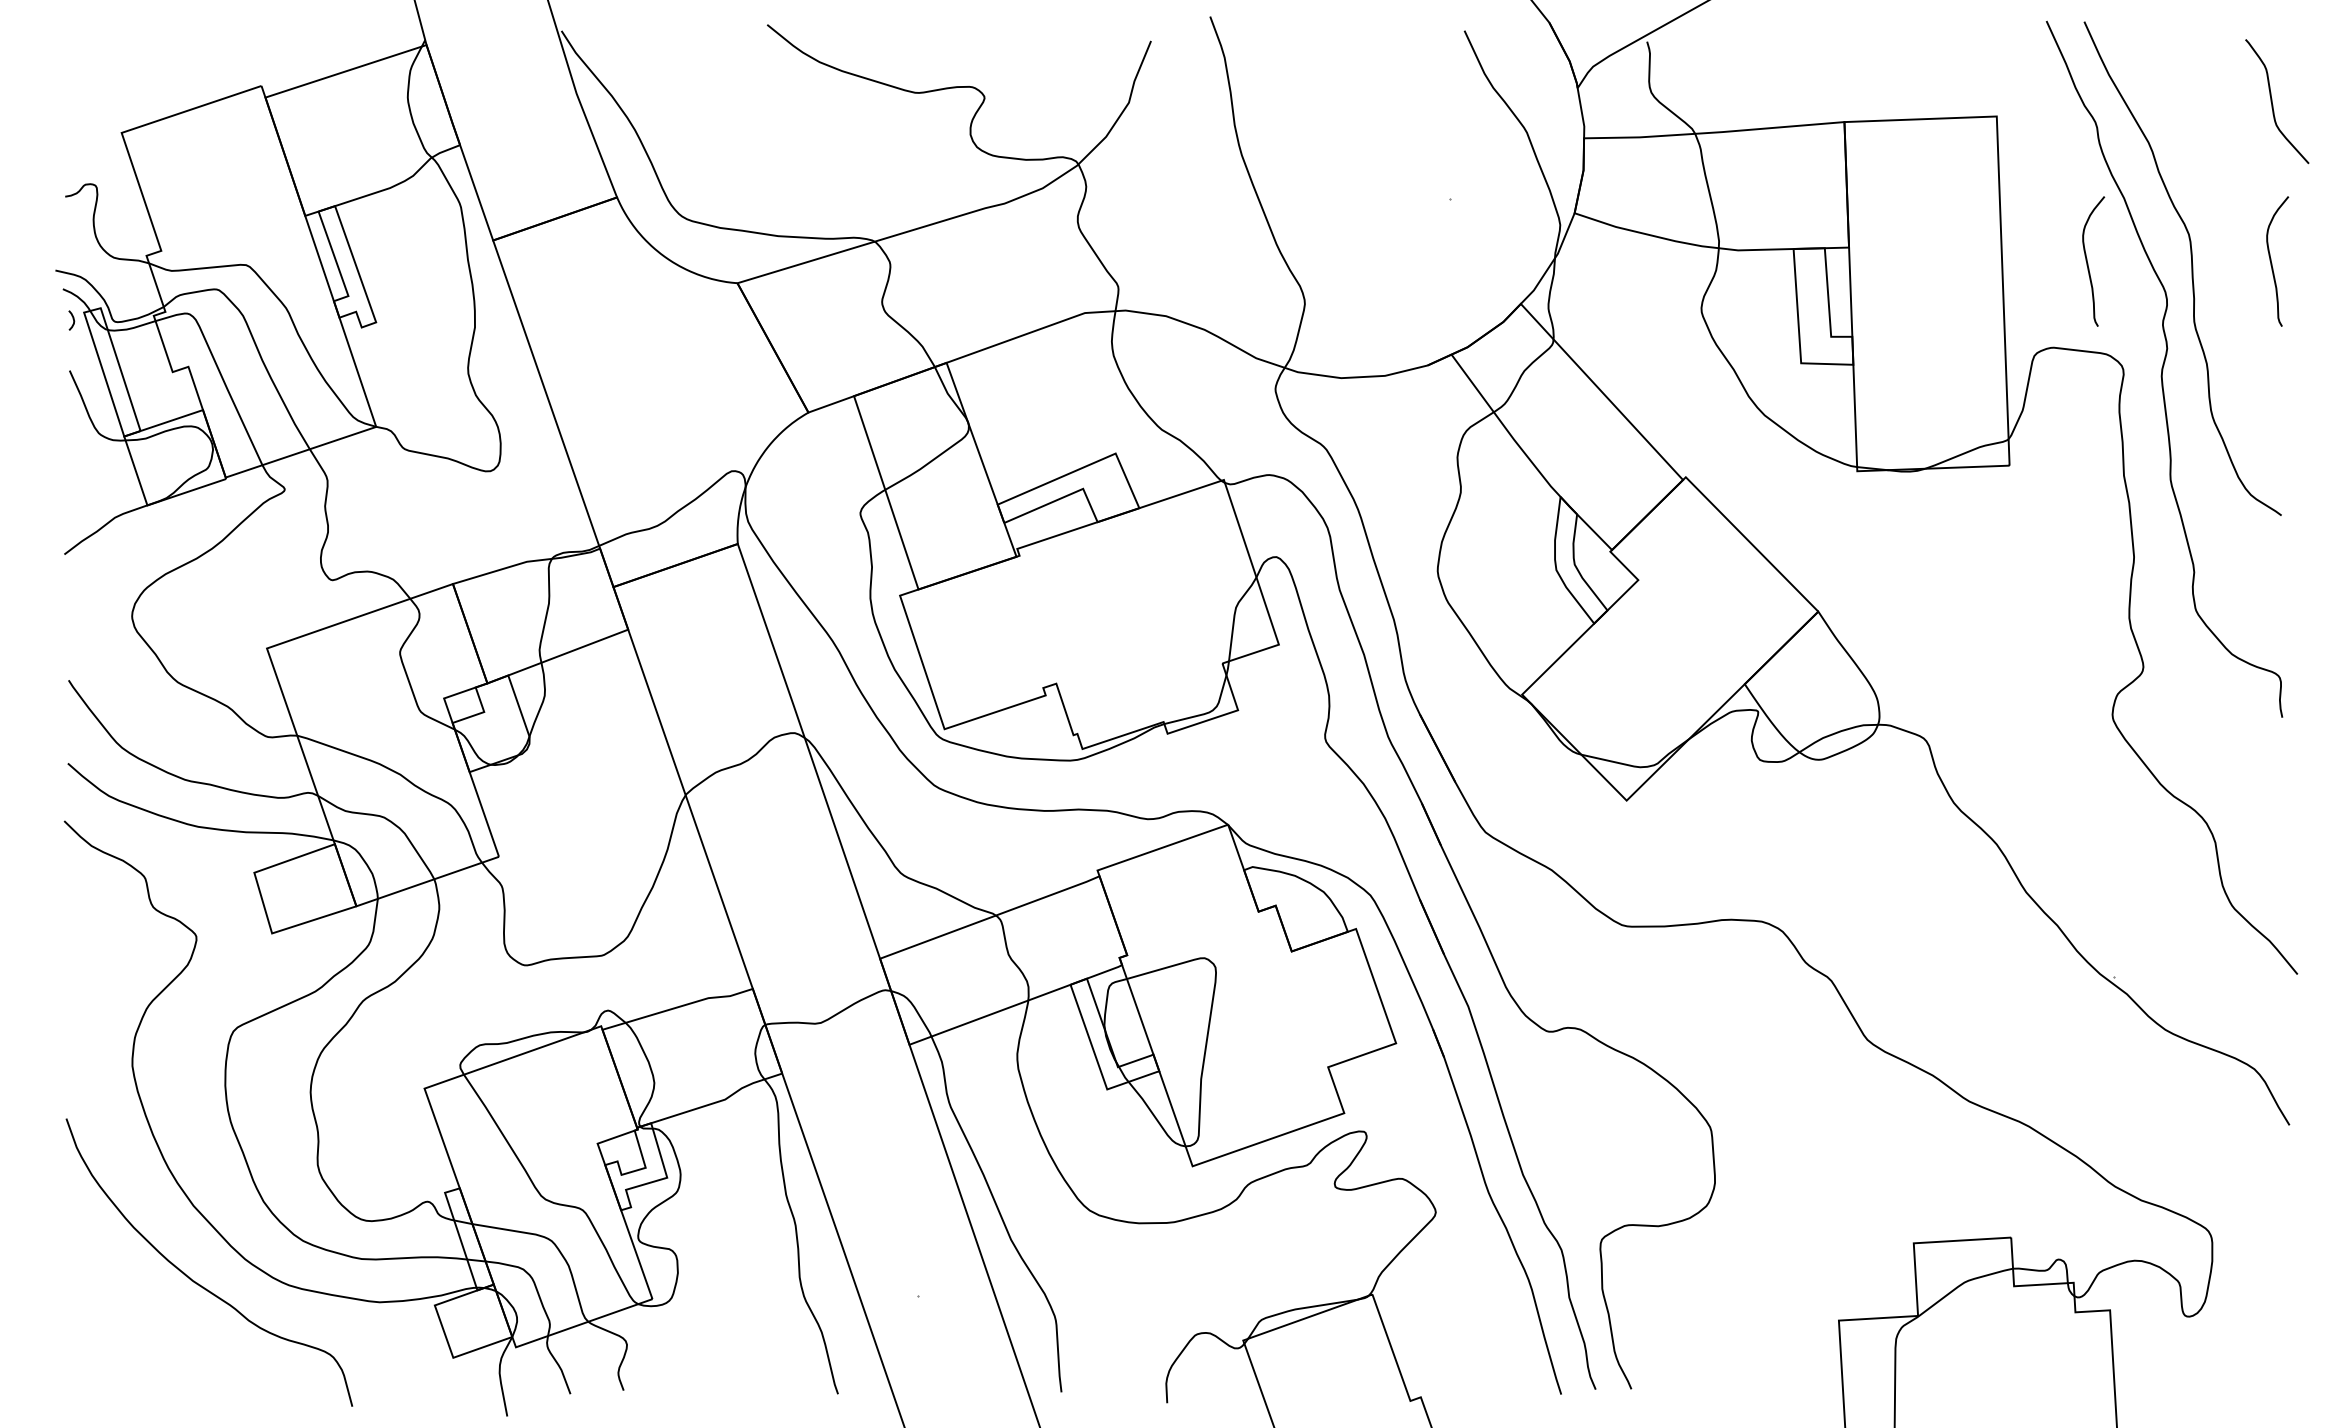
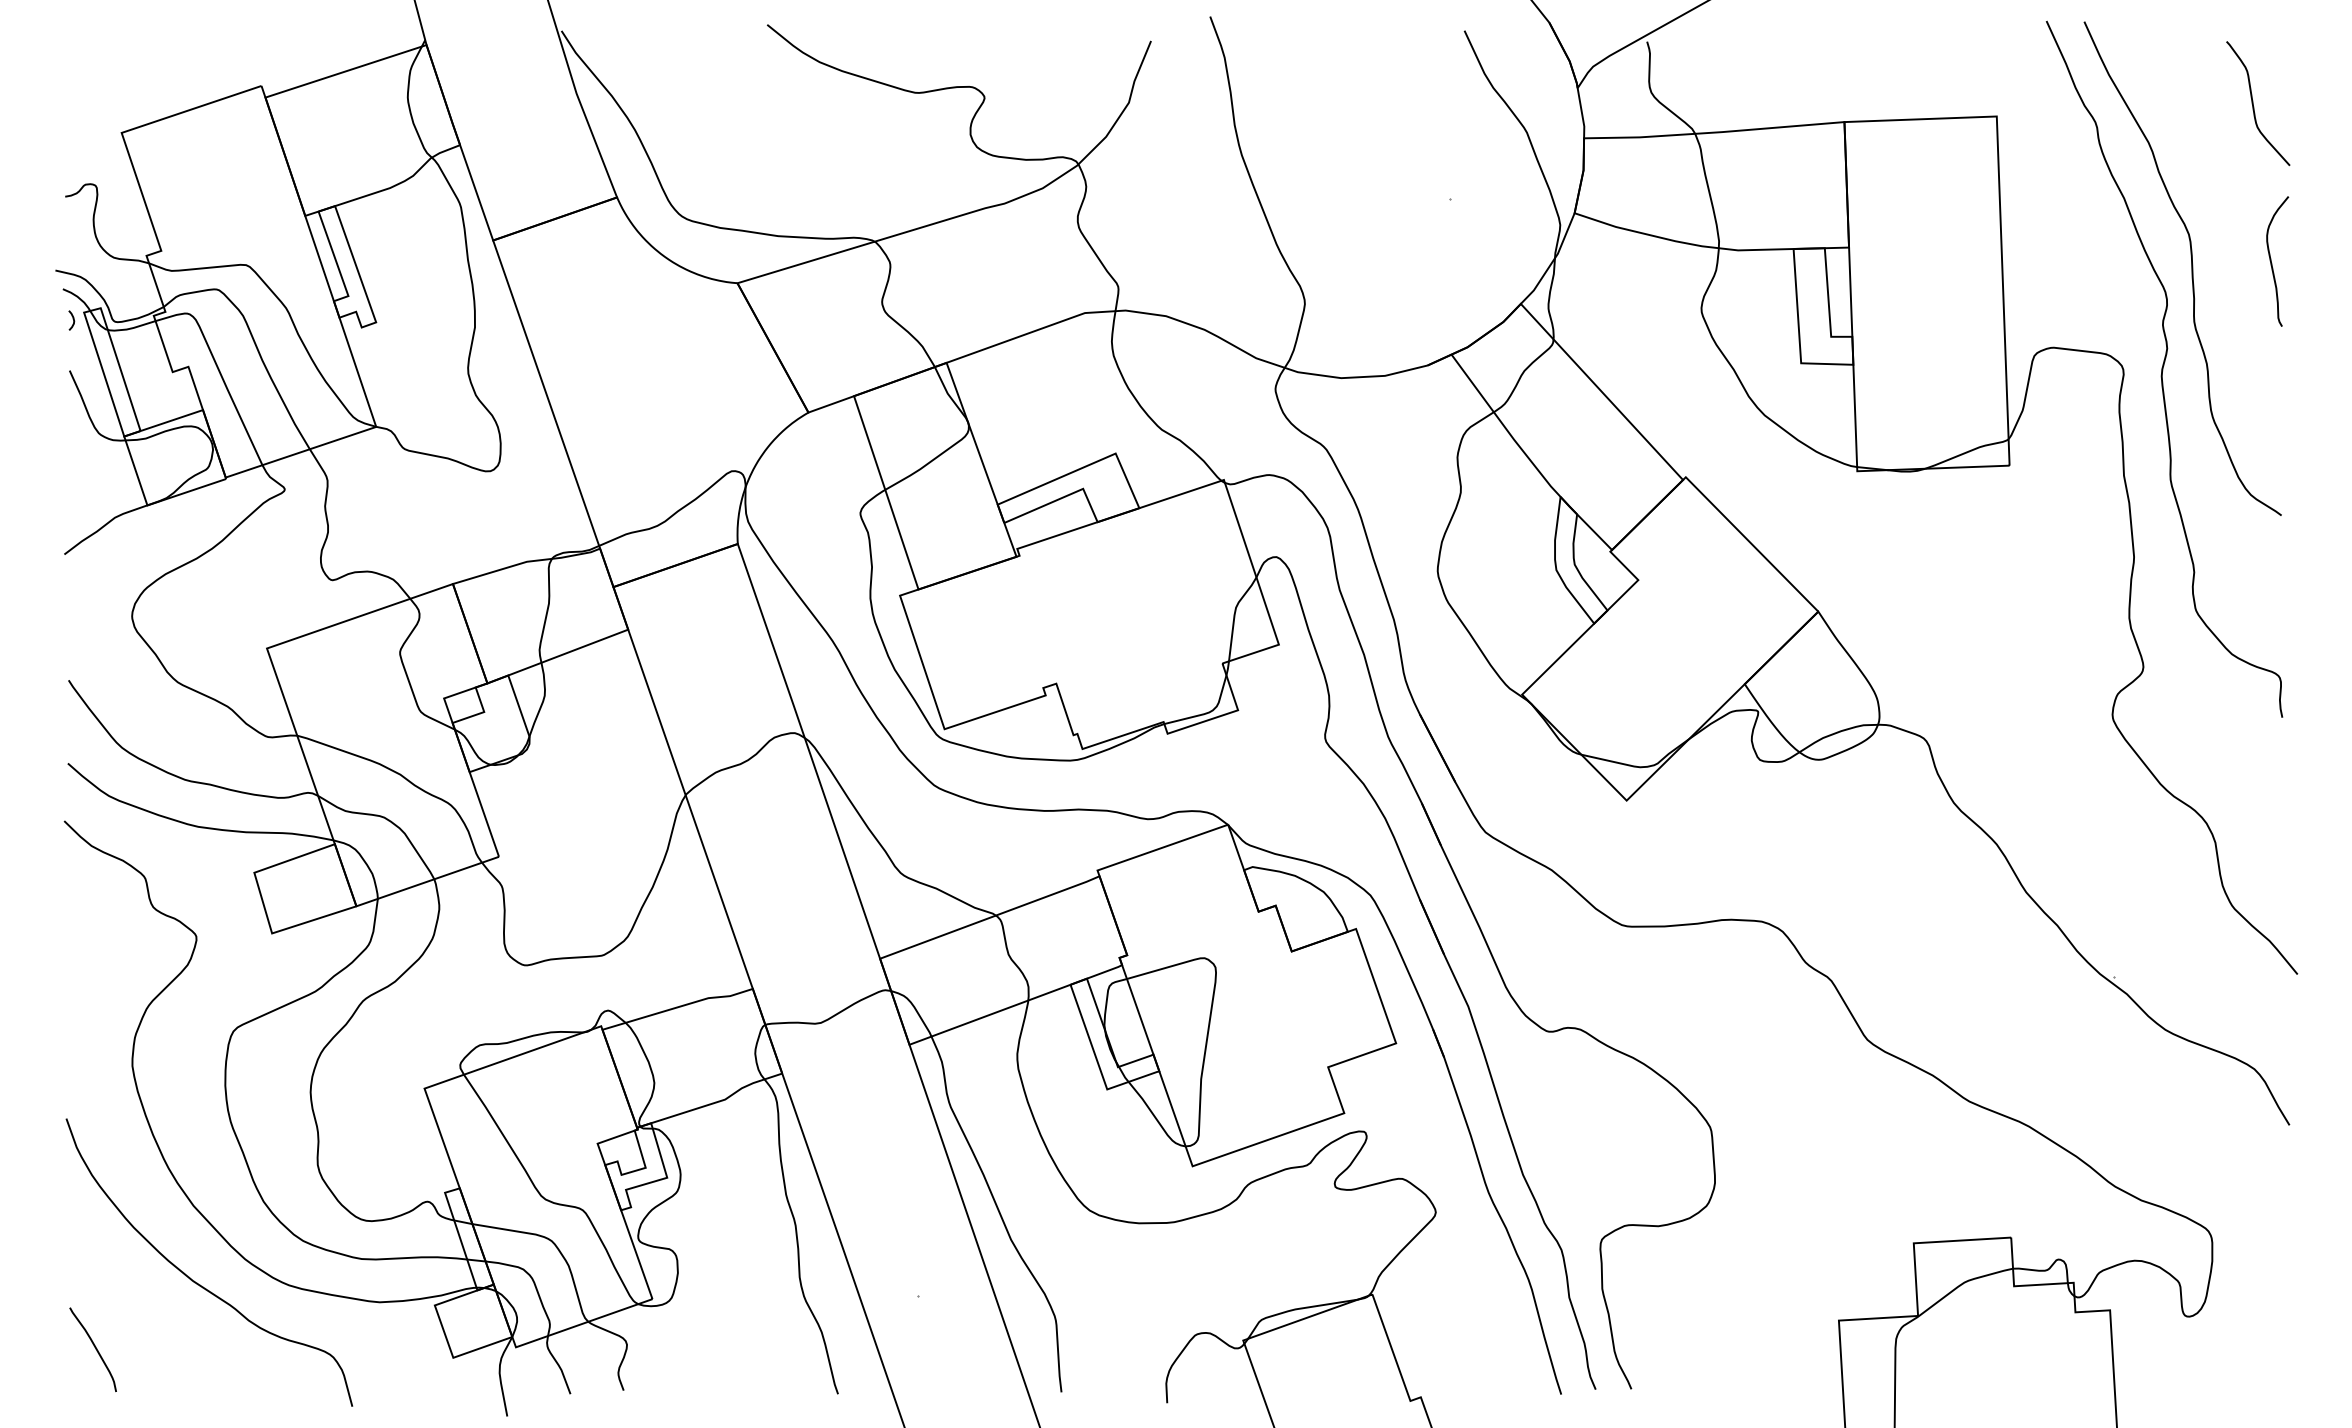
curve at (2272, 101) position: (2272, 101) -> (2253, 103)
curve at (2088, 263): present -> none
curve at (94, 1347): none -> present
